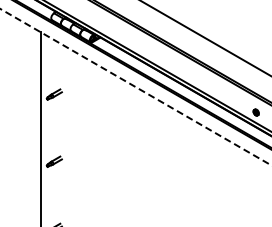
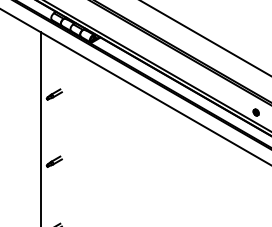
line at (135, 86): dashed -> solid
